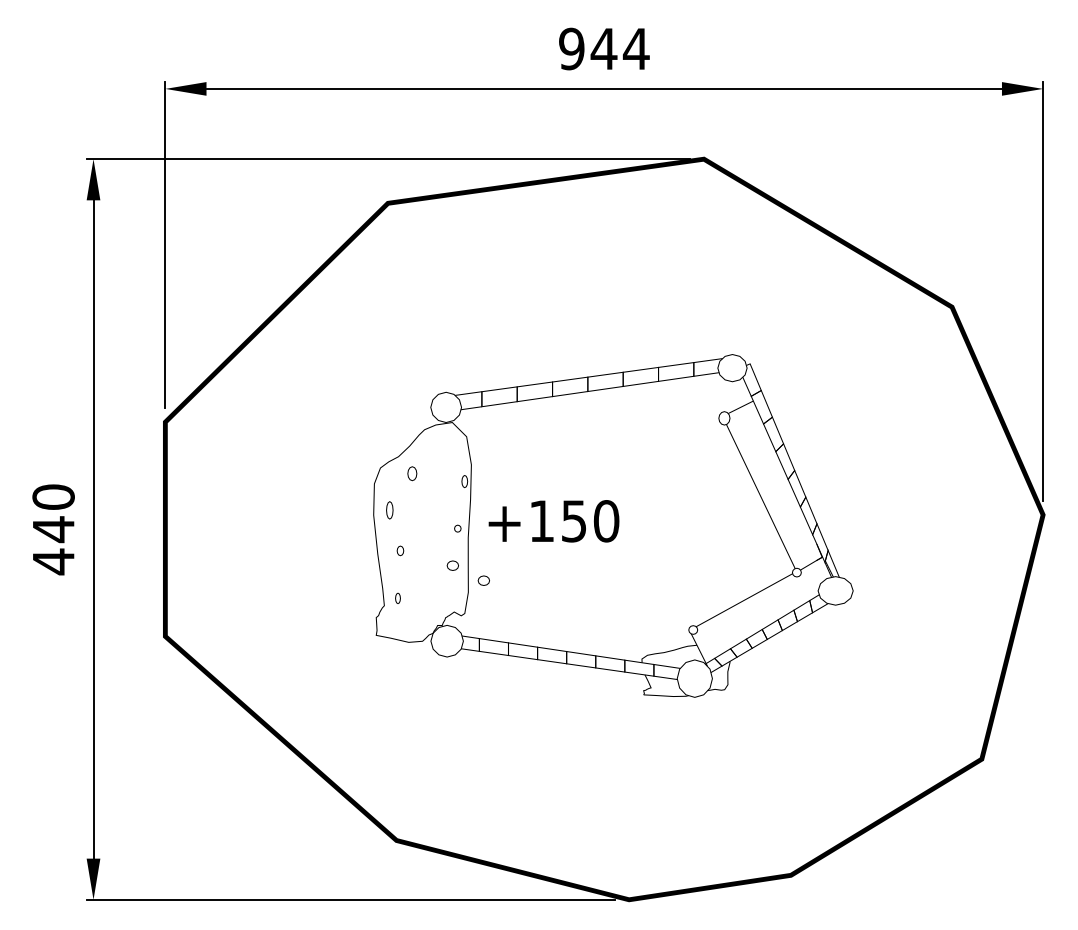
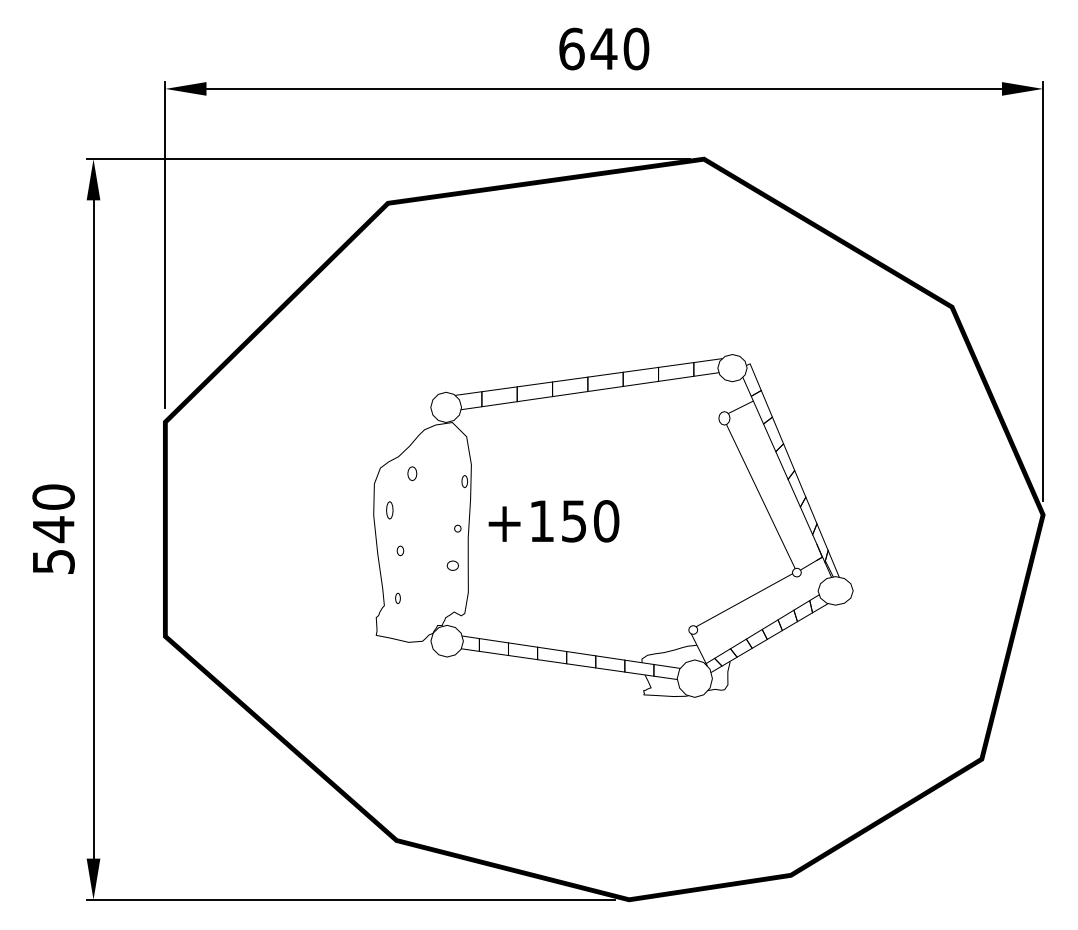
text at (604, 48): 944 -> 640
text at (53, 561): 440 -> 540
part at (483, 580): present -> none
